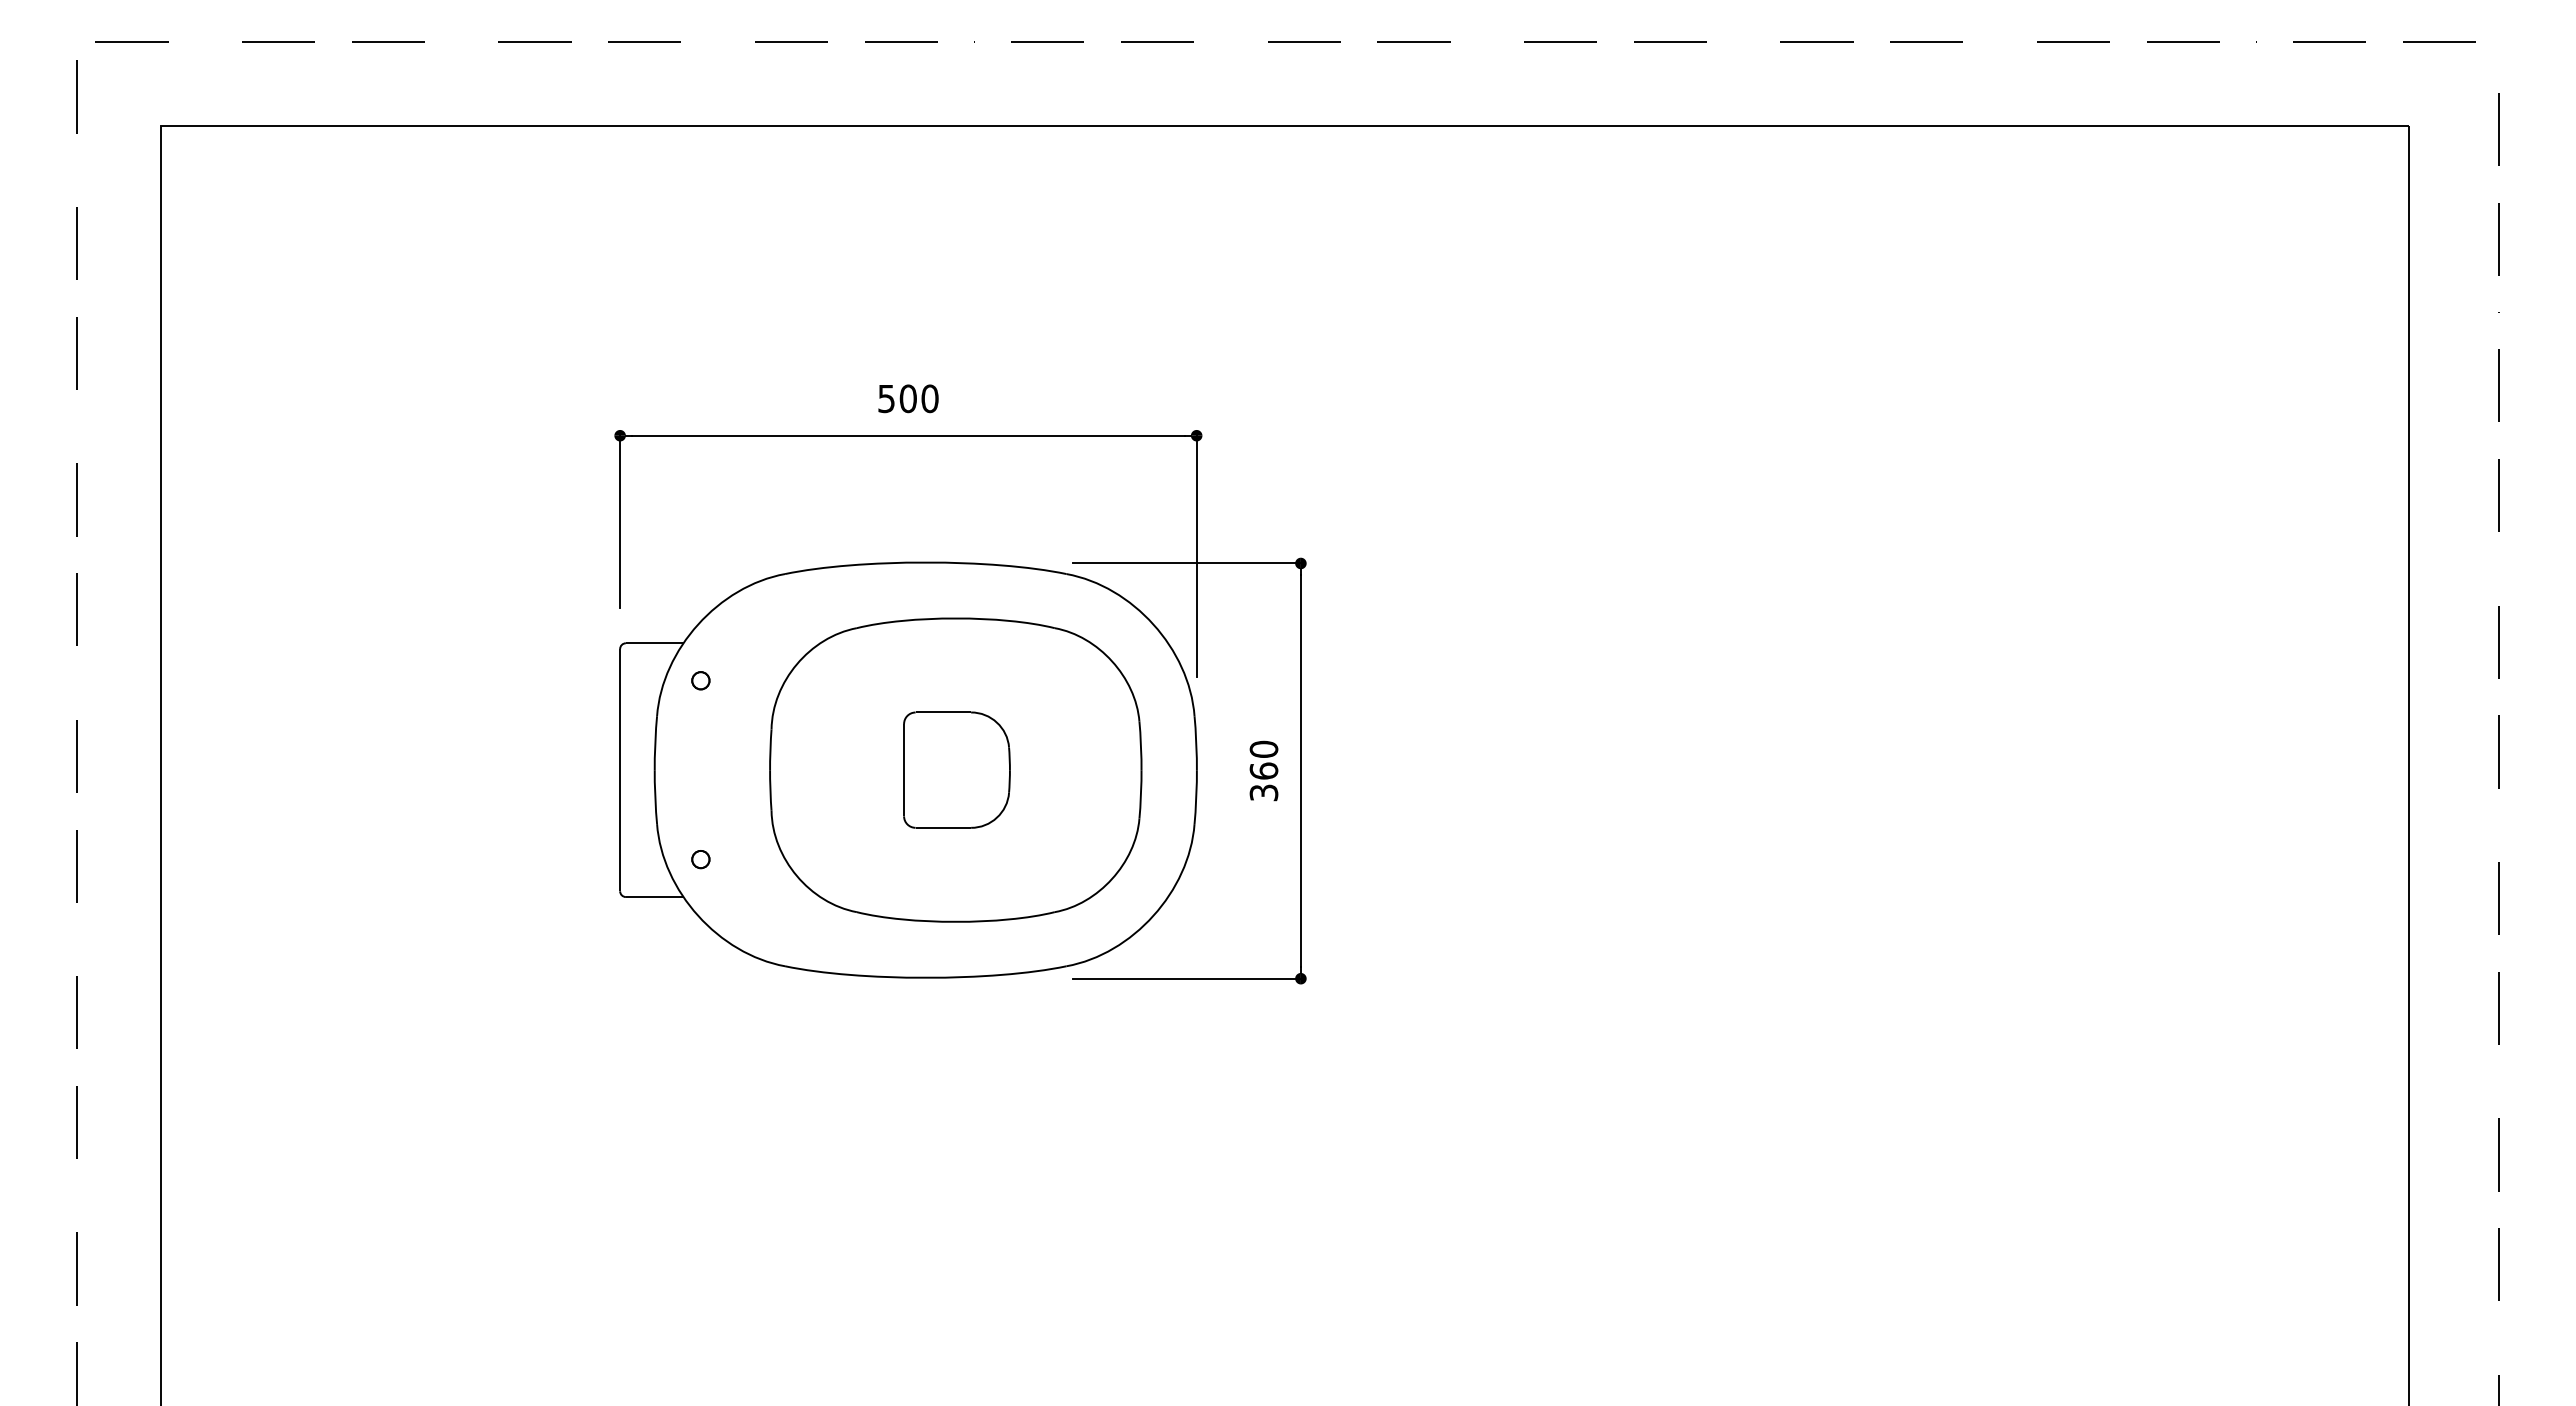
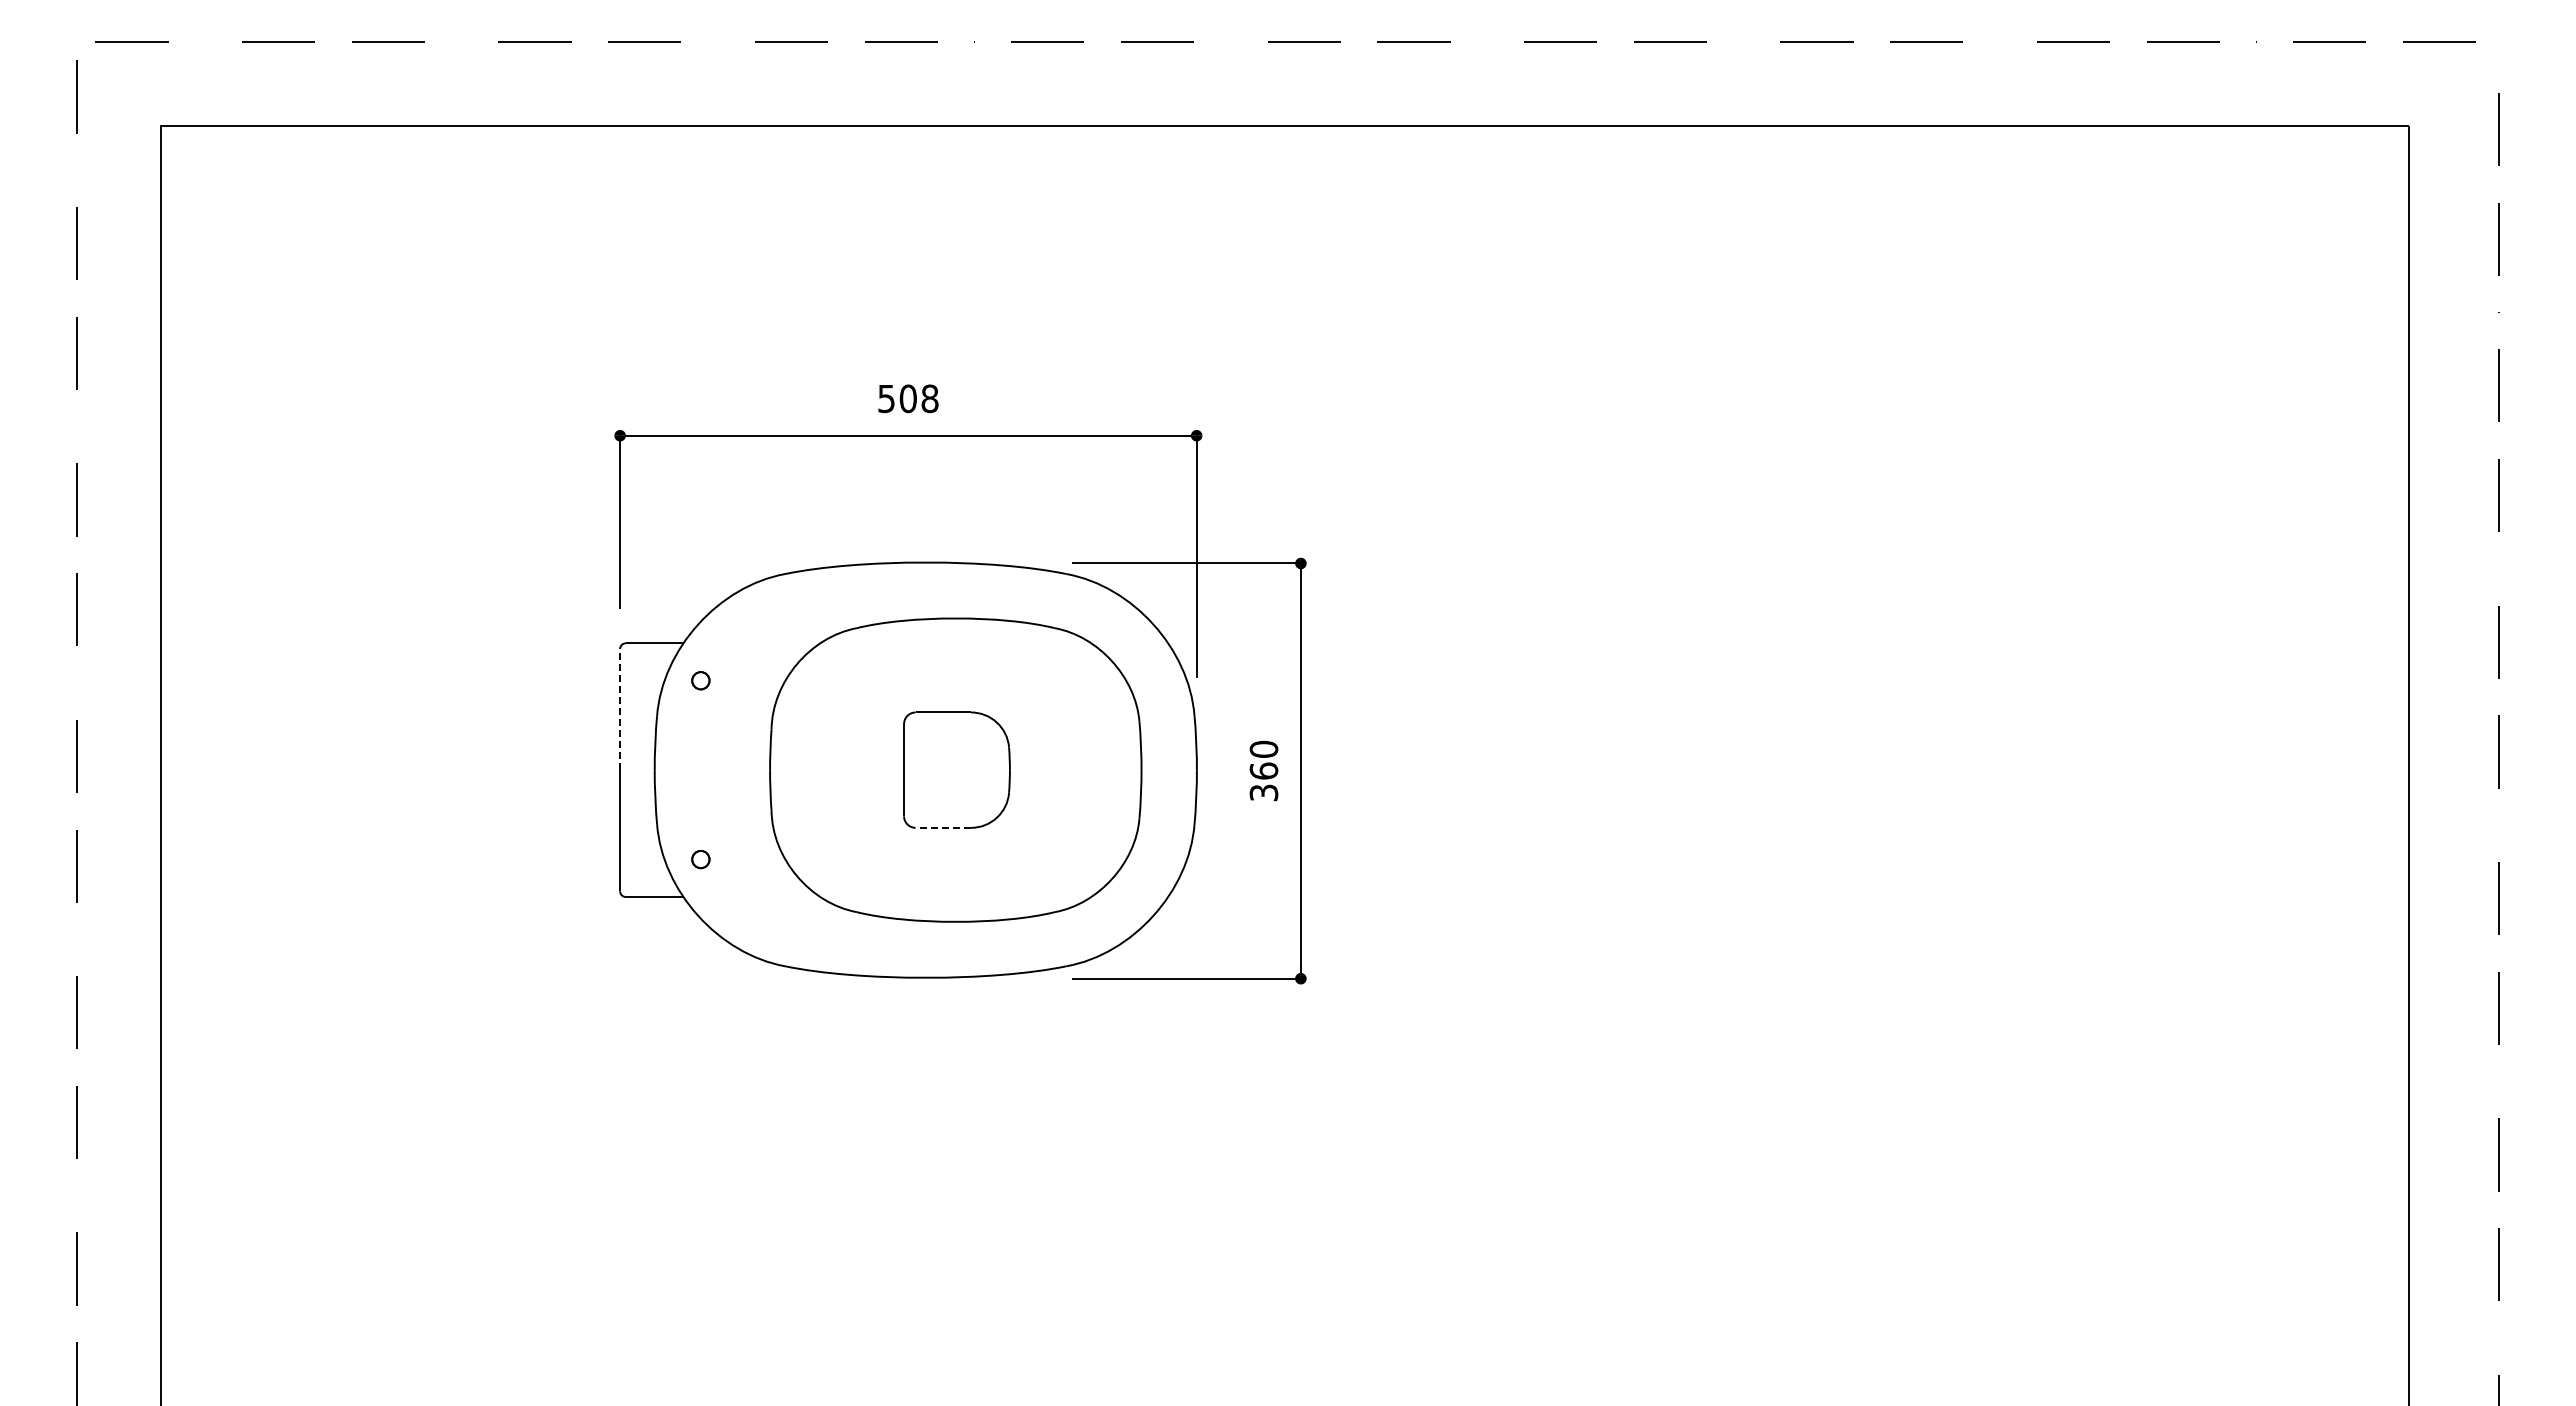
text at (929, 398): 500 -> 508
line at (620, 709): solid -> dashed
line at (943, 827): solid -> dashed
